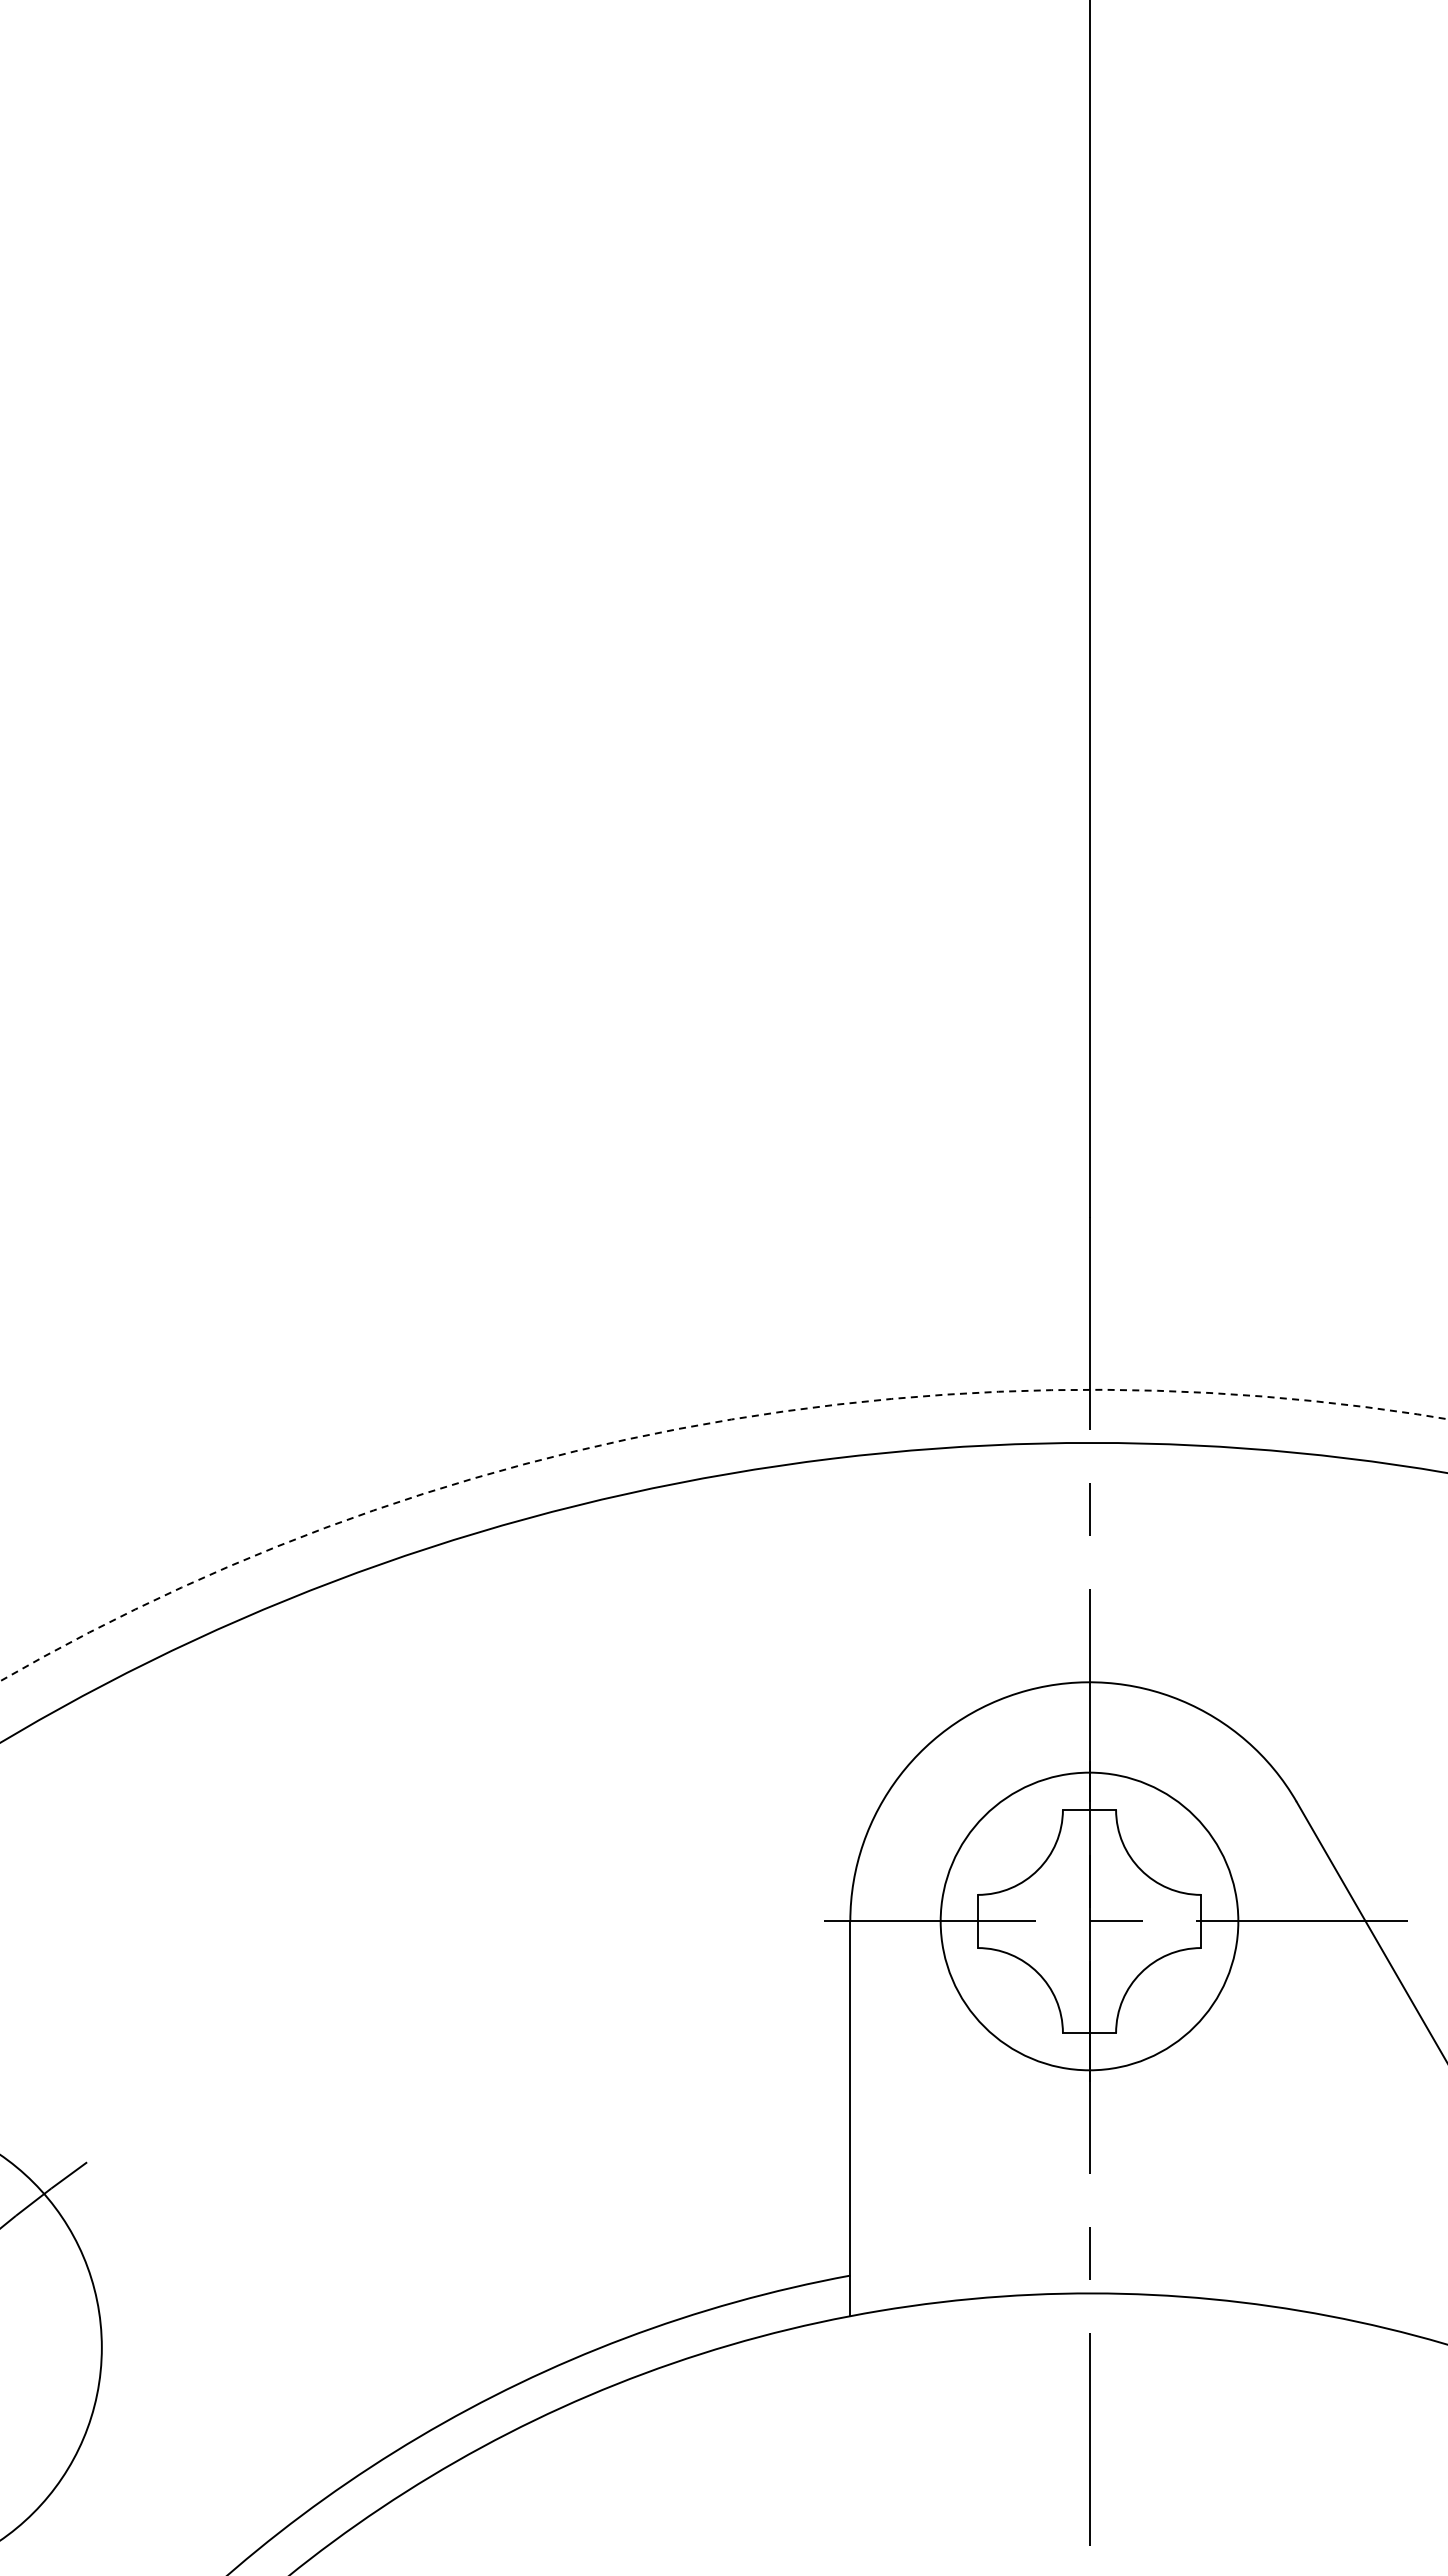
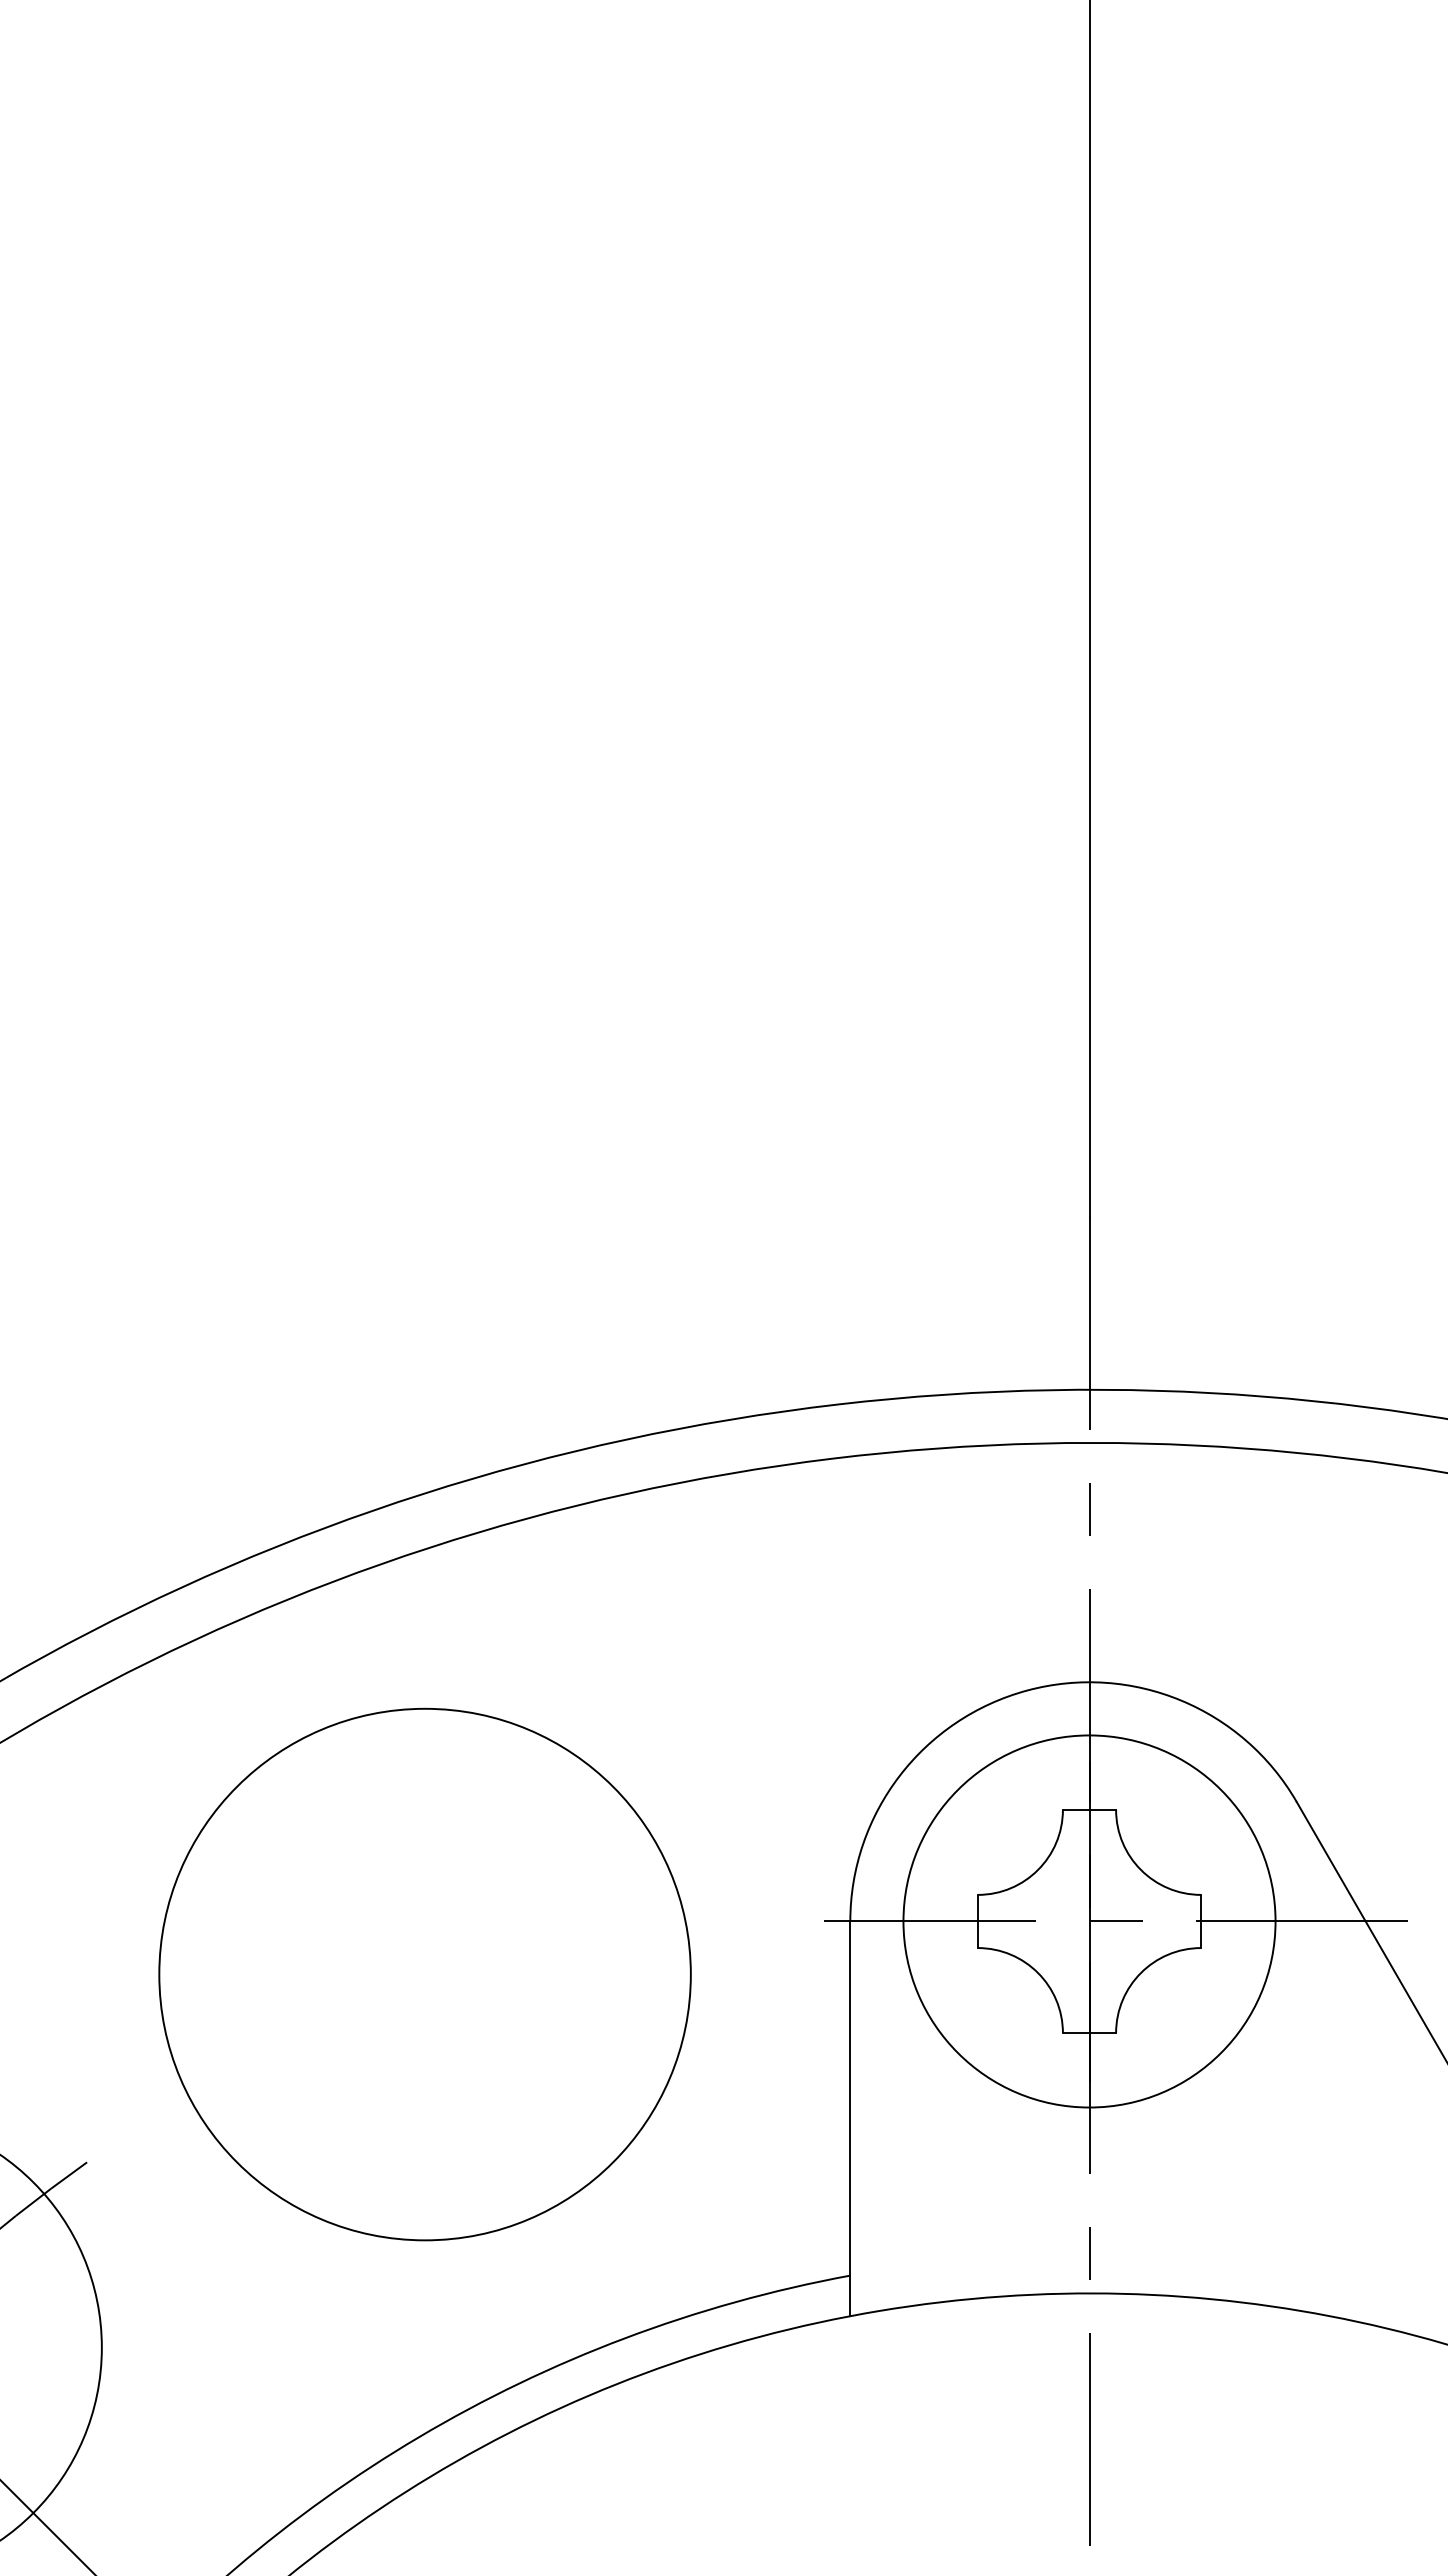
arc at (700, 1425): dashed -> solid
circle at (1089, 1921) diameter: 298 px -> 372 px
circle at (424, 1974): none -> present
line at (47, 2526): none -> present
